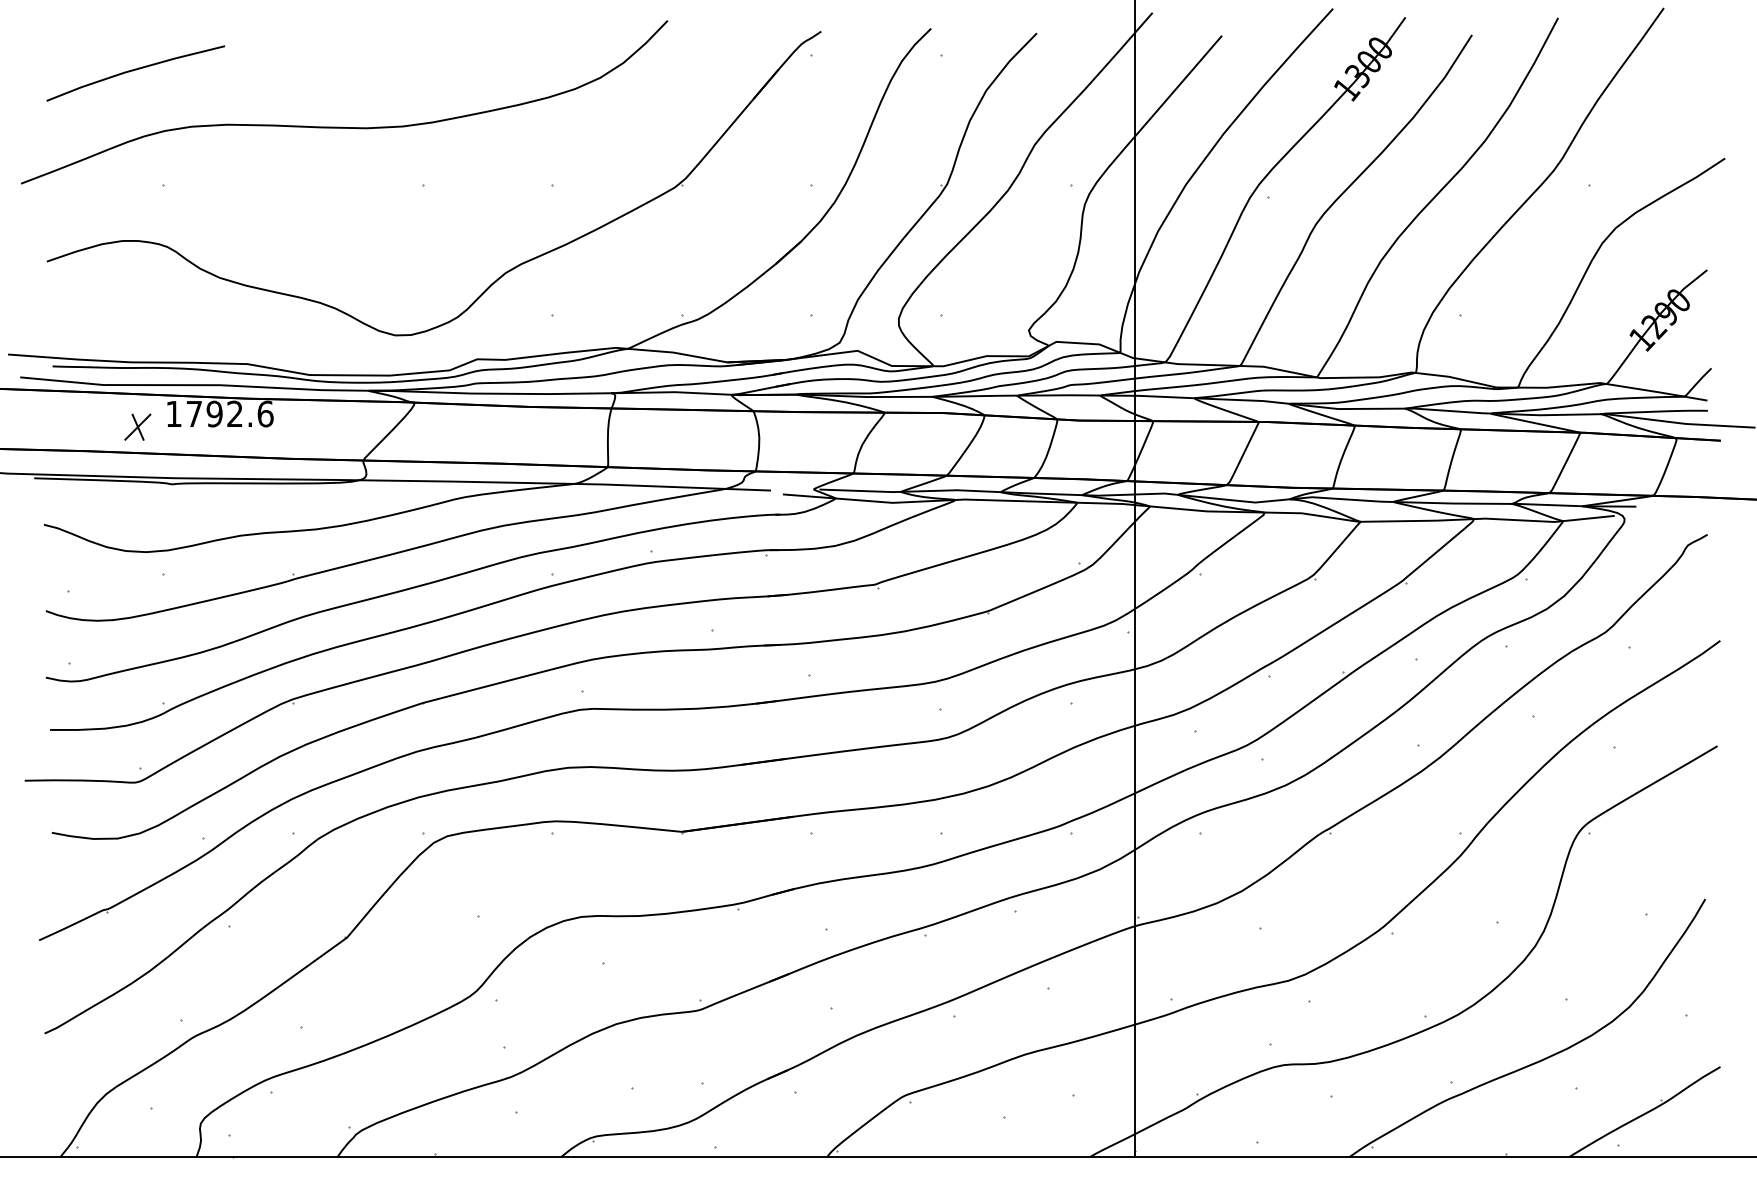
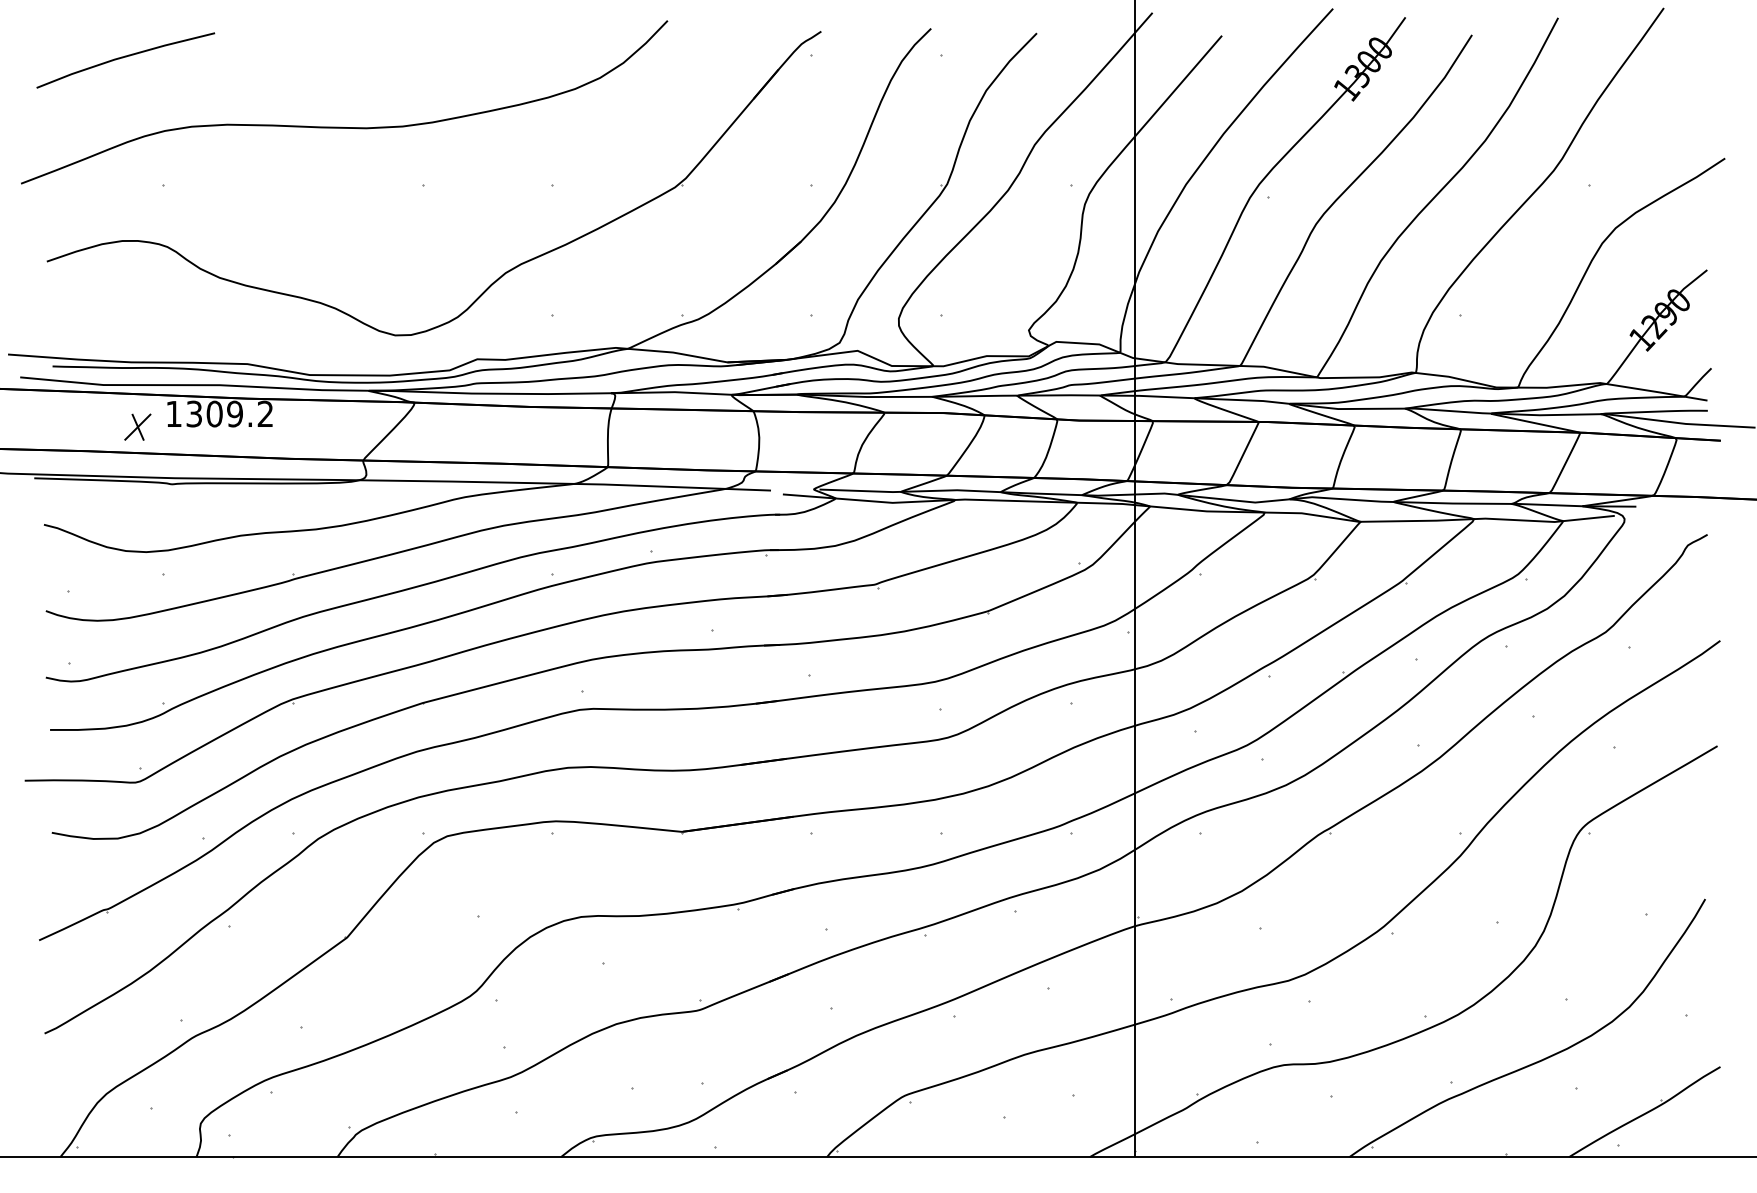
line at (133, 71) position: (133, 71) -> (123, 58)
text at (229, 413): 1792.6 -> 1309.2
